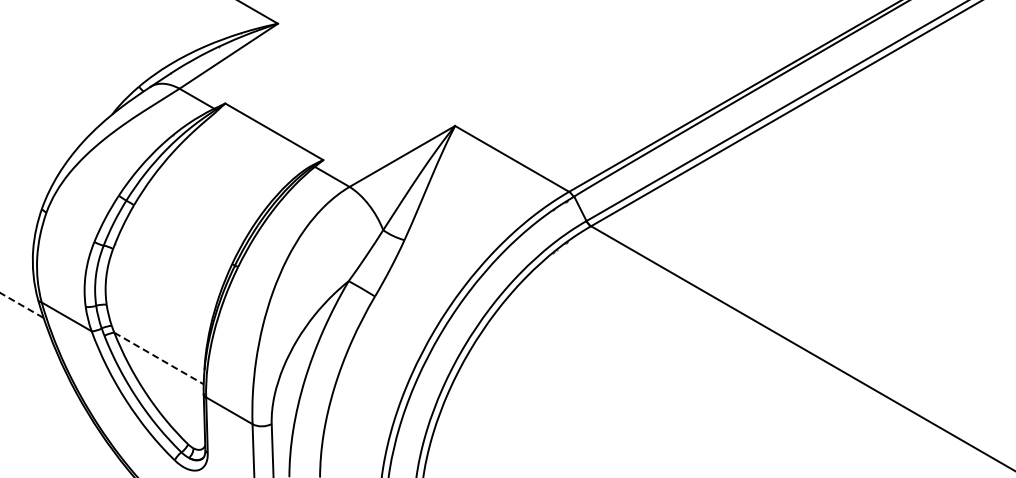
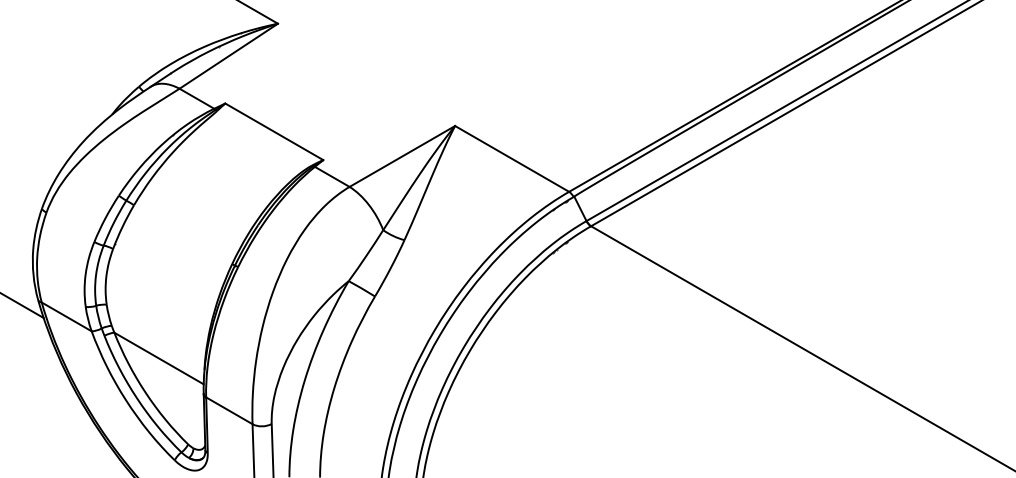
line at (22, 305): dashed -> solid
line at (159, 358): dashed -> solid
